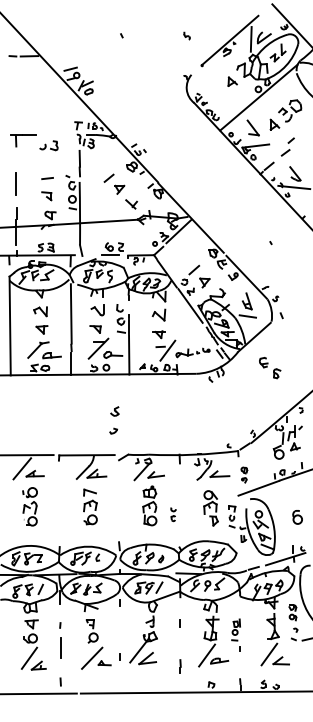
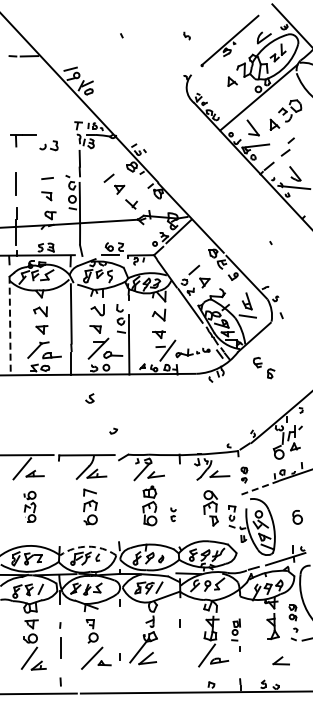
line at (250, 39): present -> none
line at (10, 326): solid -> dashed
part at (270, 368) position: (270, 368) -> (264, 368)
part at (114, 411) position: (114, 411) -> (89, 398)
line at (258, 488): solid -> dashed
part at (29, 506) size: 16x40 px -> 14x33 px
arc at (88, 546): solid -> dashed
line at (269, 654): present -> none
line at (180, 666): present -> none
